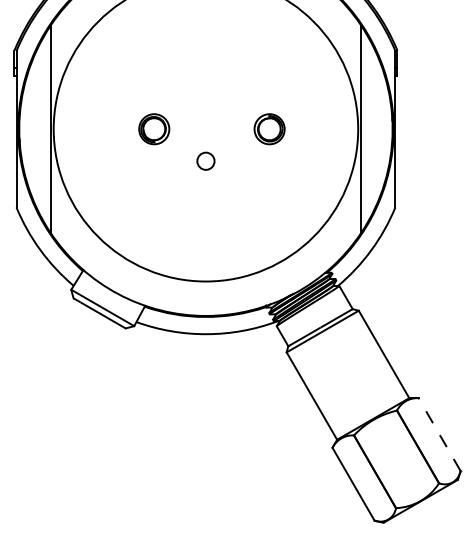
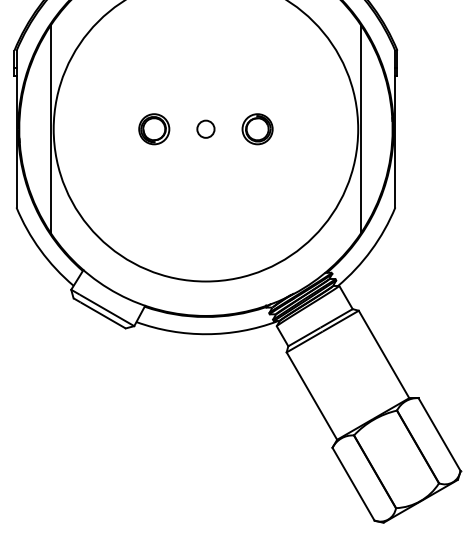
part at (269, 129) position: (269, 129) -> (257, 129)
circle at (205, 160) position: (205, 160) -> (205, 128)
line at (439, 434): dashed -> solid
